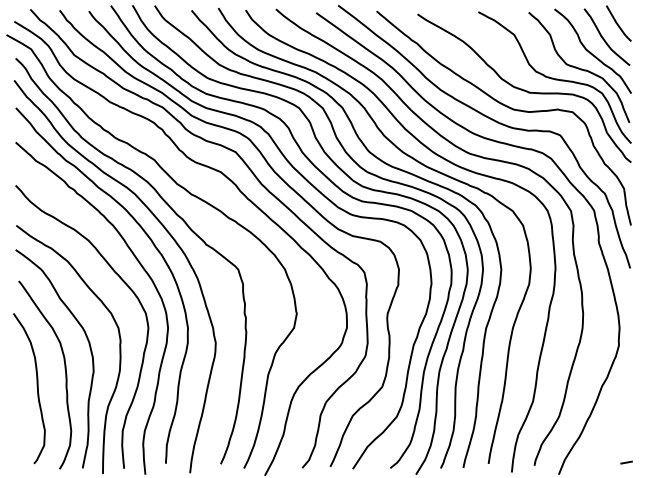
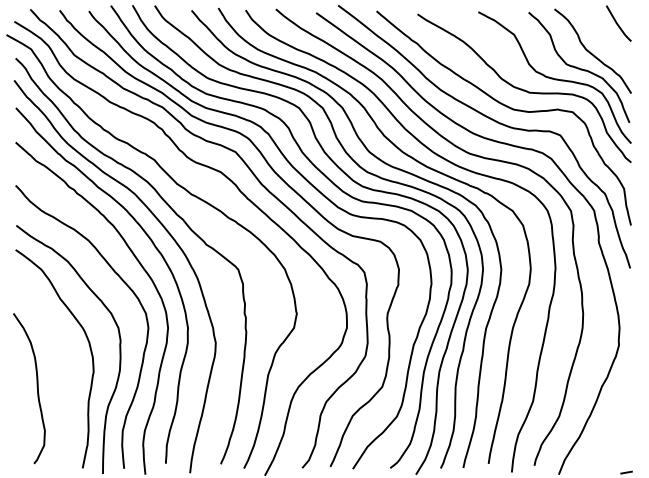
curve at (604, 38): present -> none
curve at (64, 369): present -> none
line at (626, 462) position: (626, 462) -> (626, 472)
